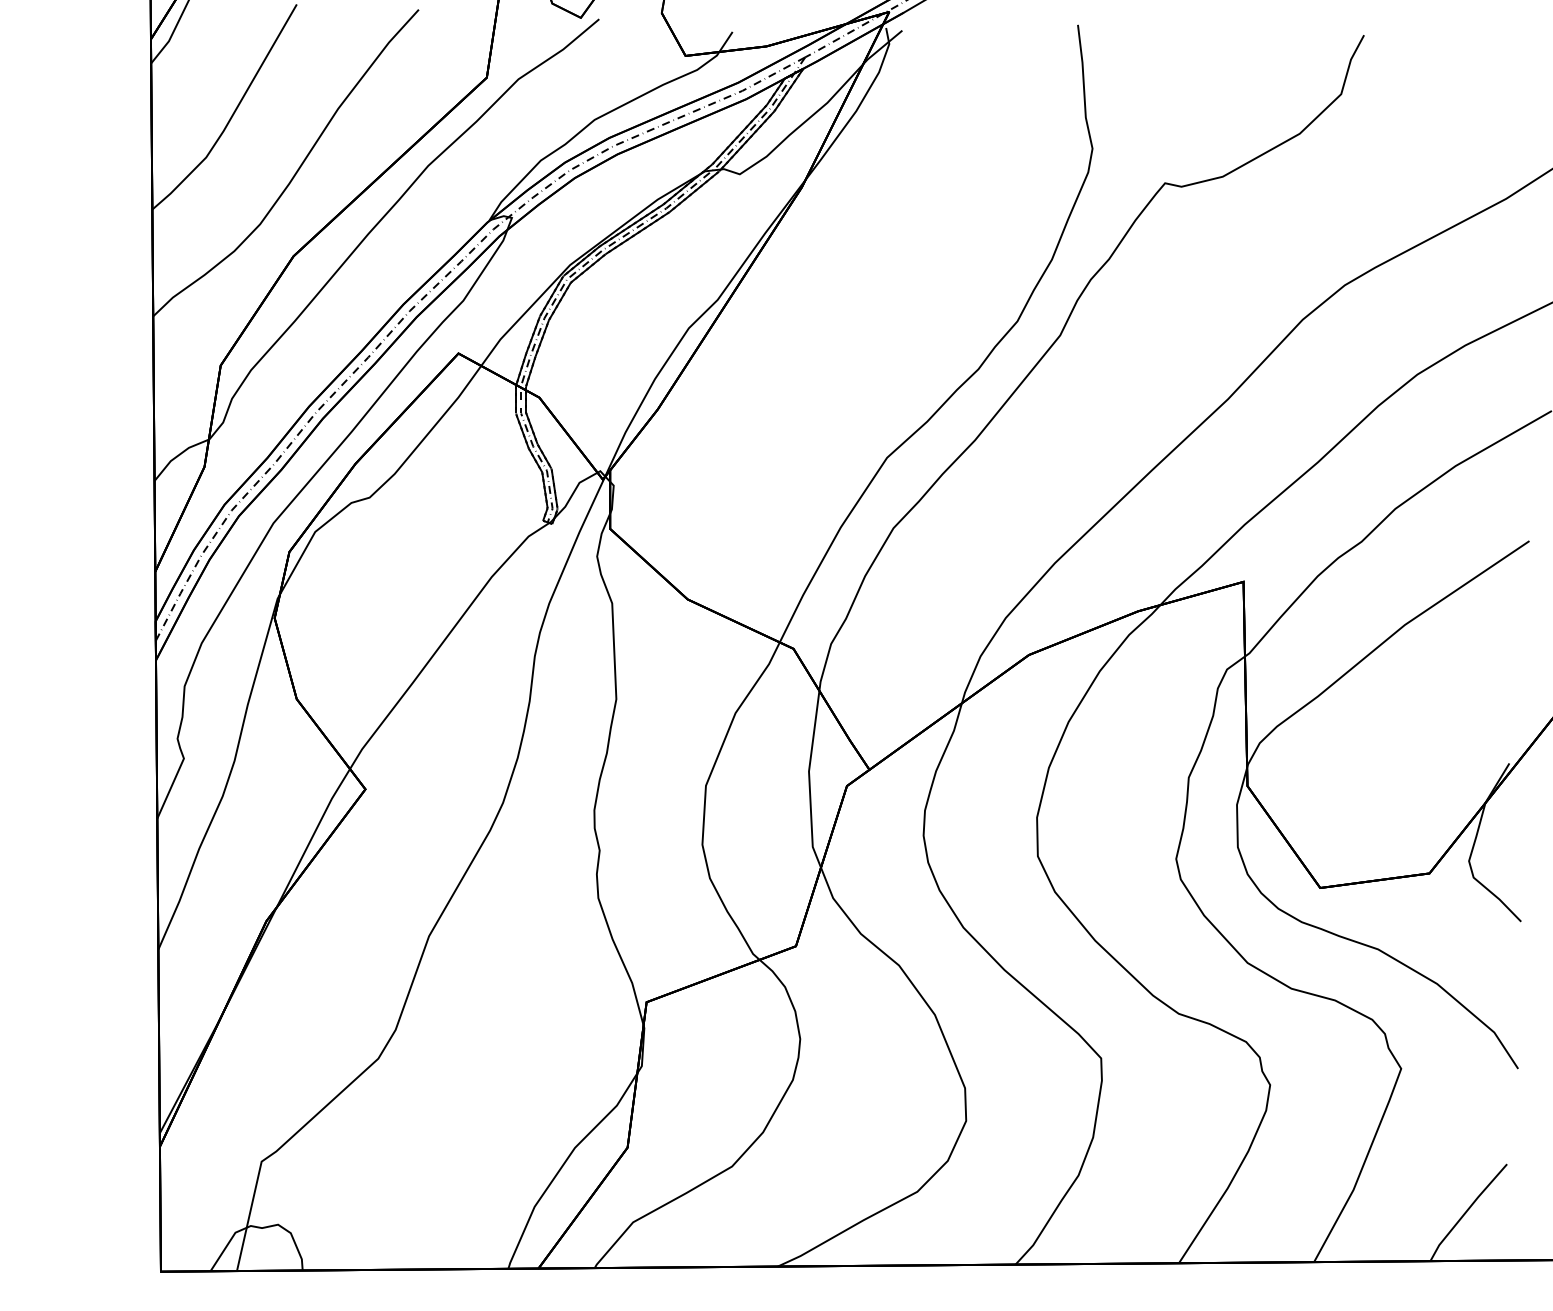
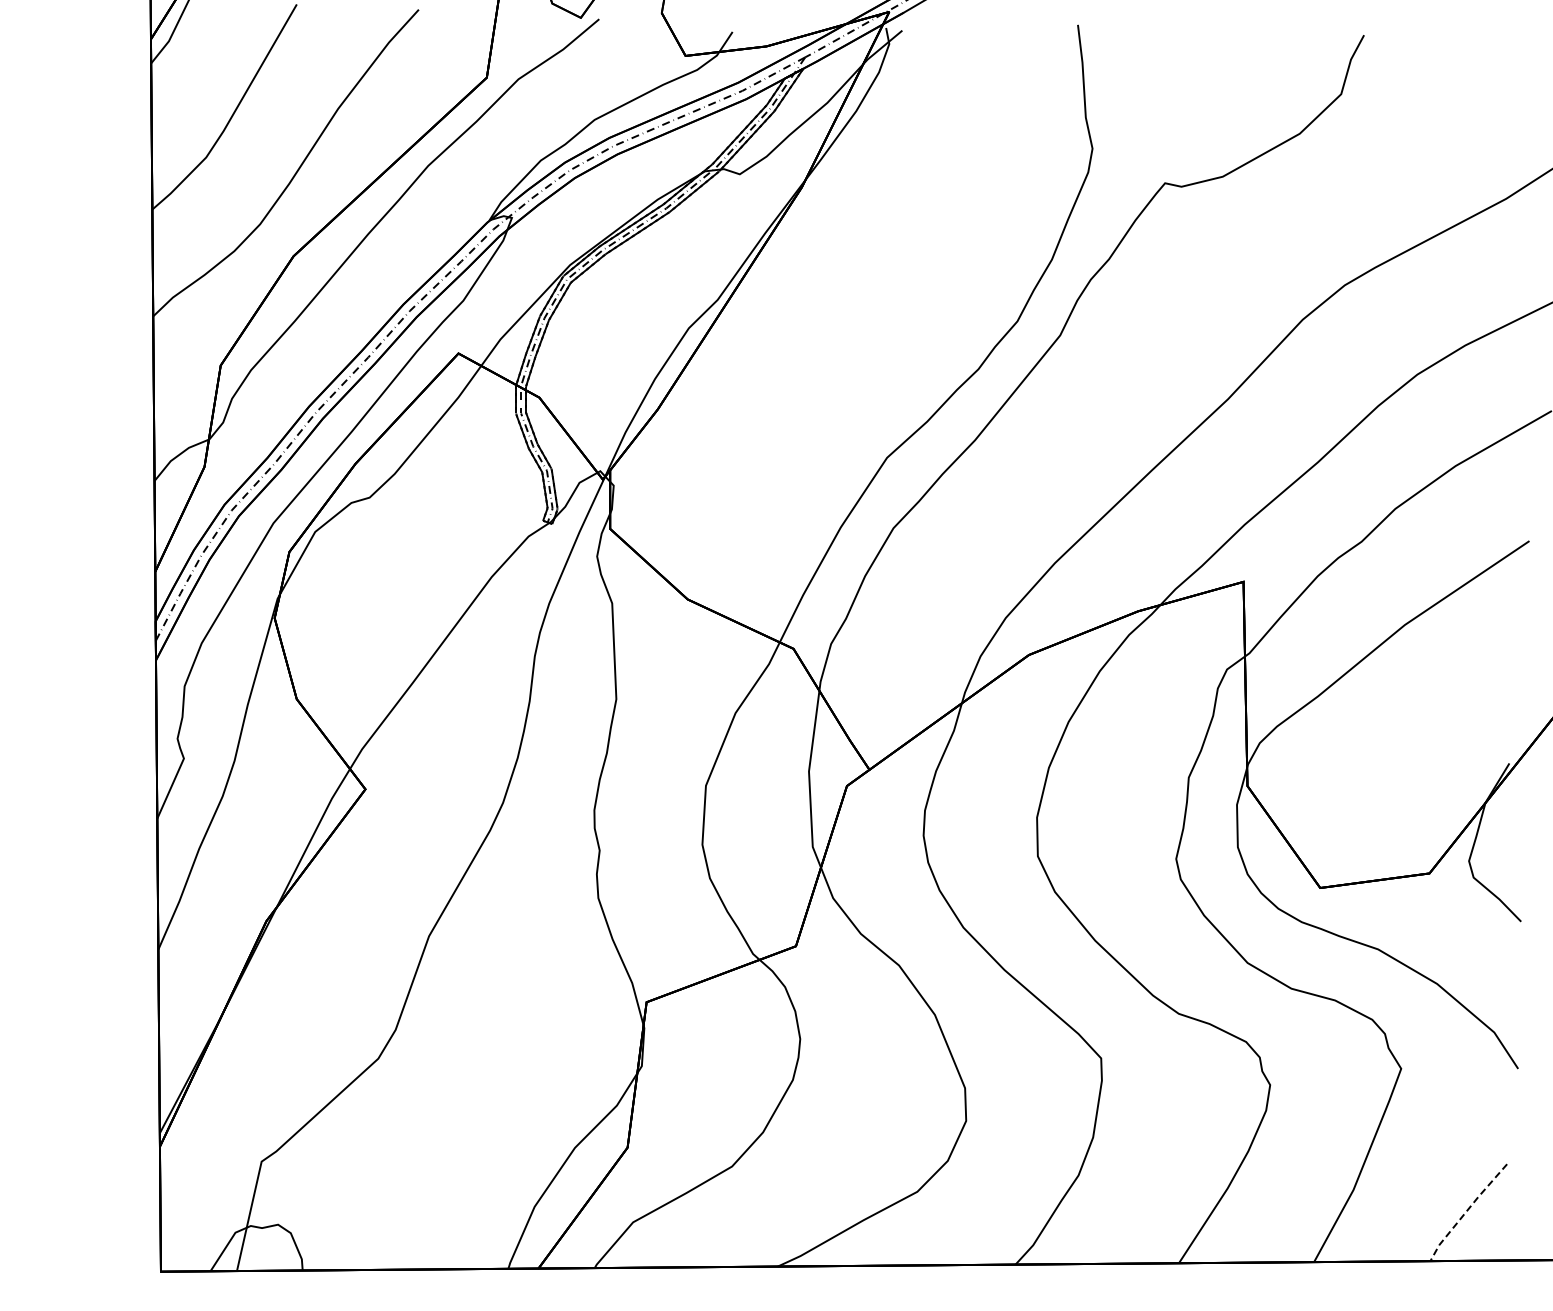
line at (1466, 1211): solid -> dashed
